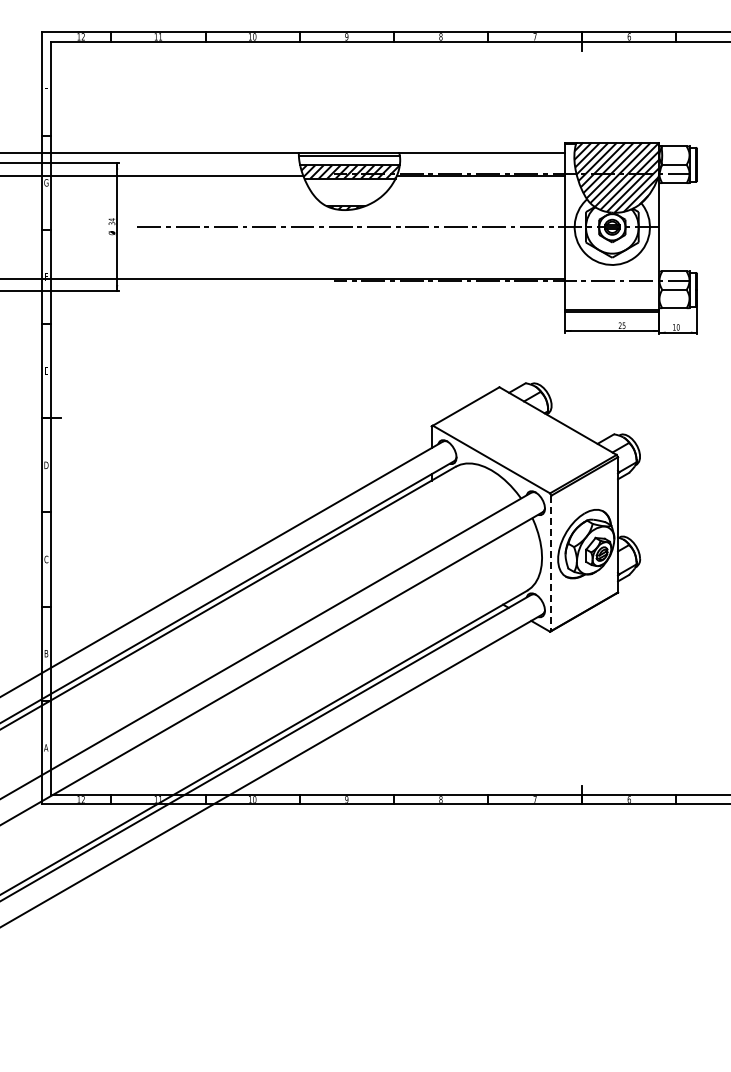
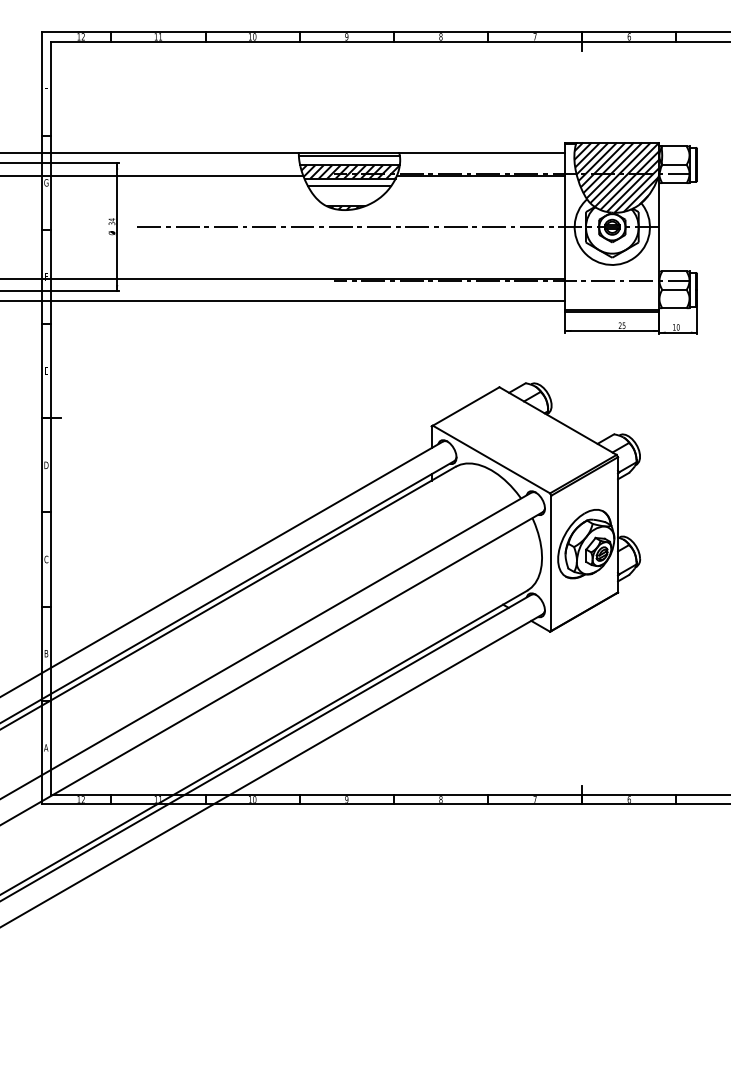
line at (349, 185): none -> present
line at (283, 301): none -> present
line at (551, 563): dashed -> solid
